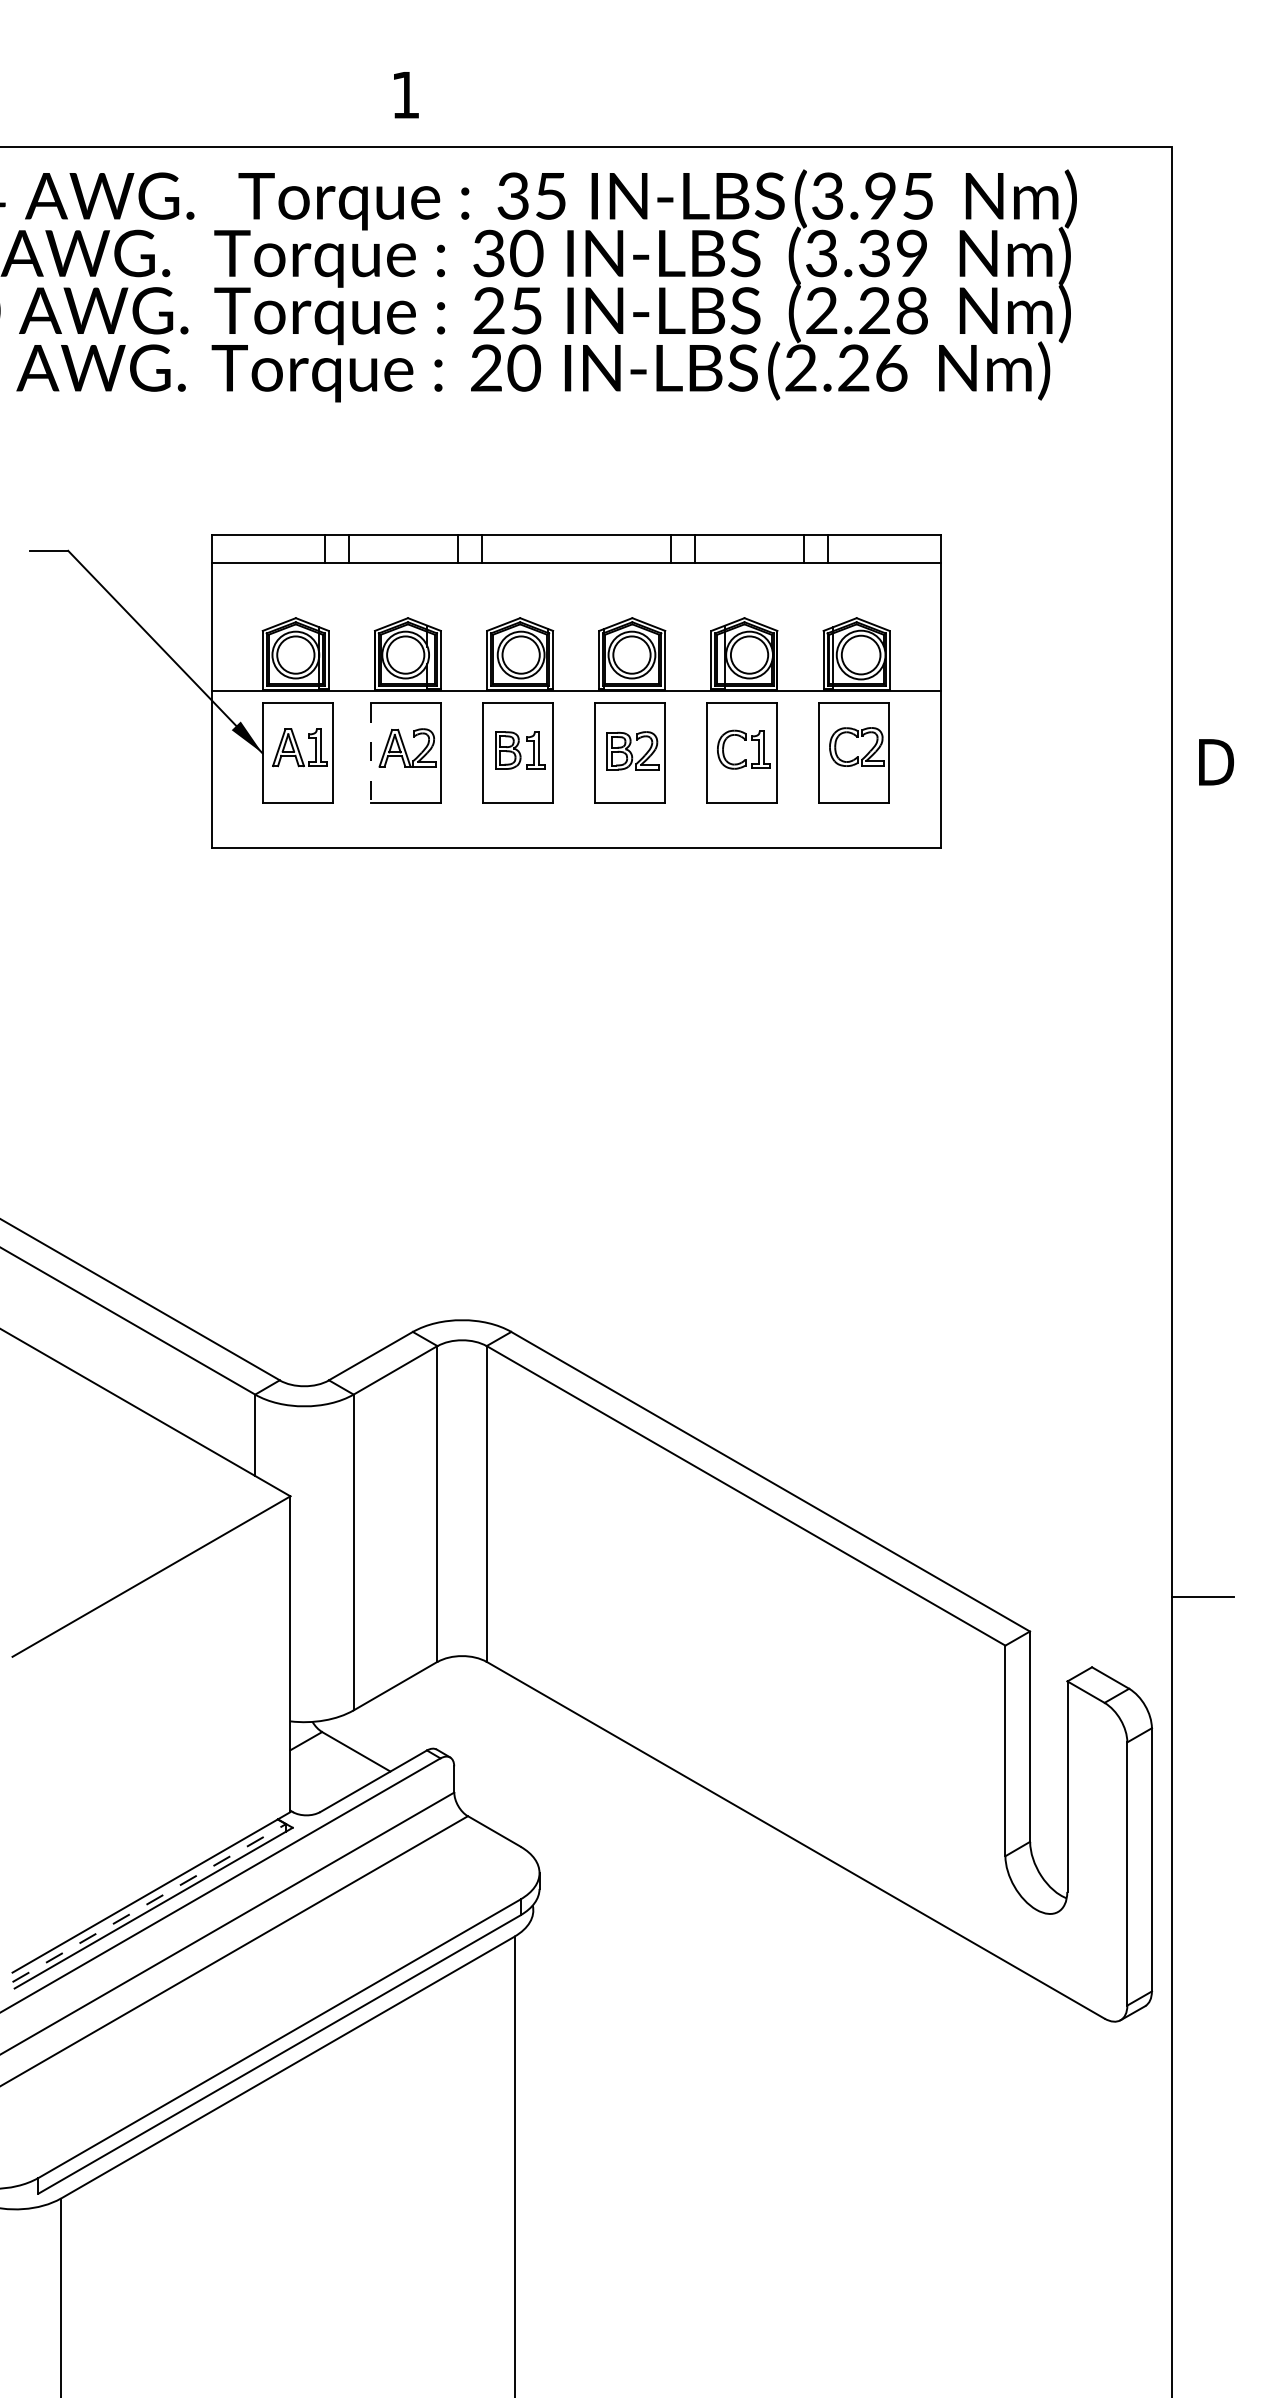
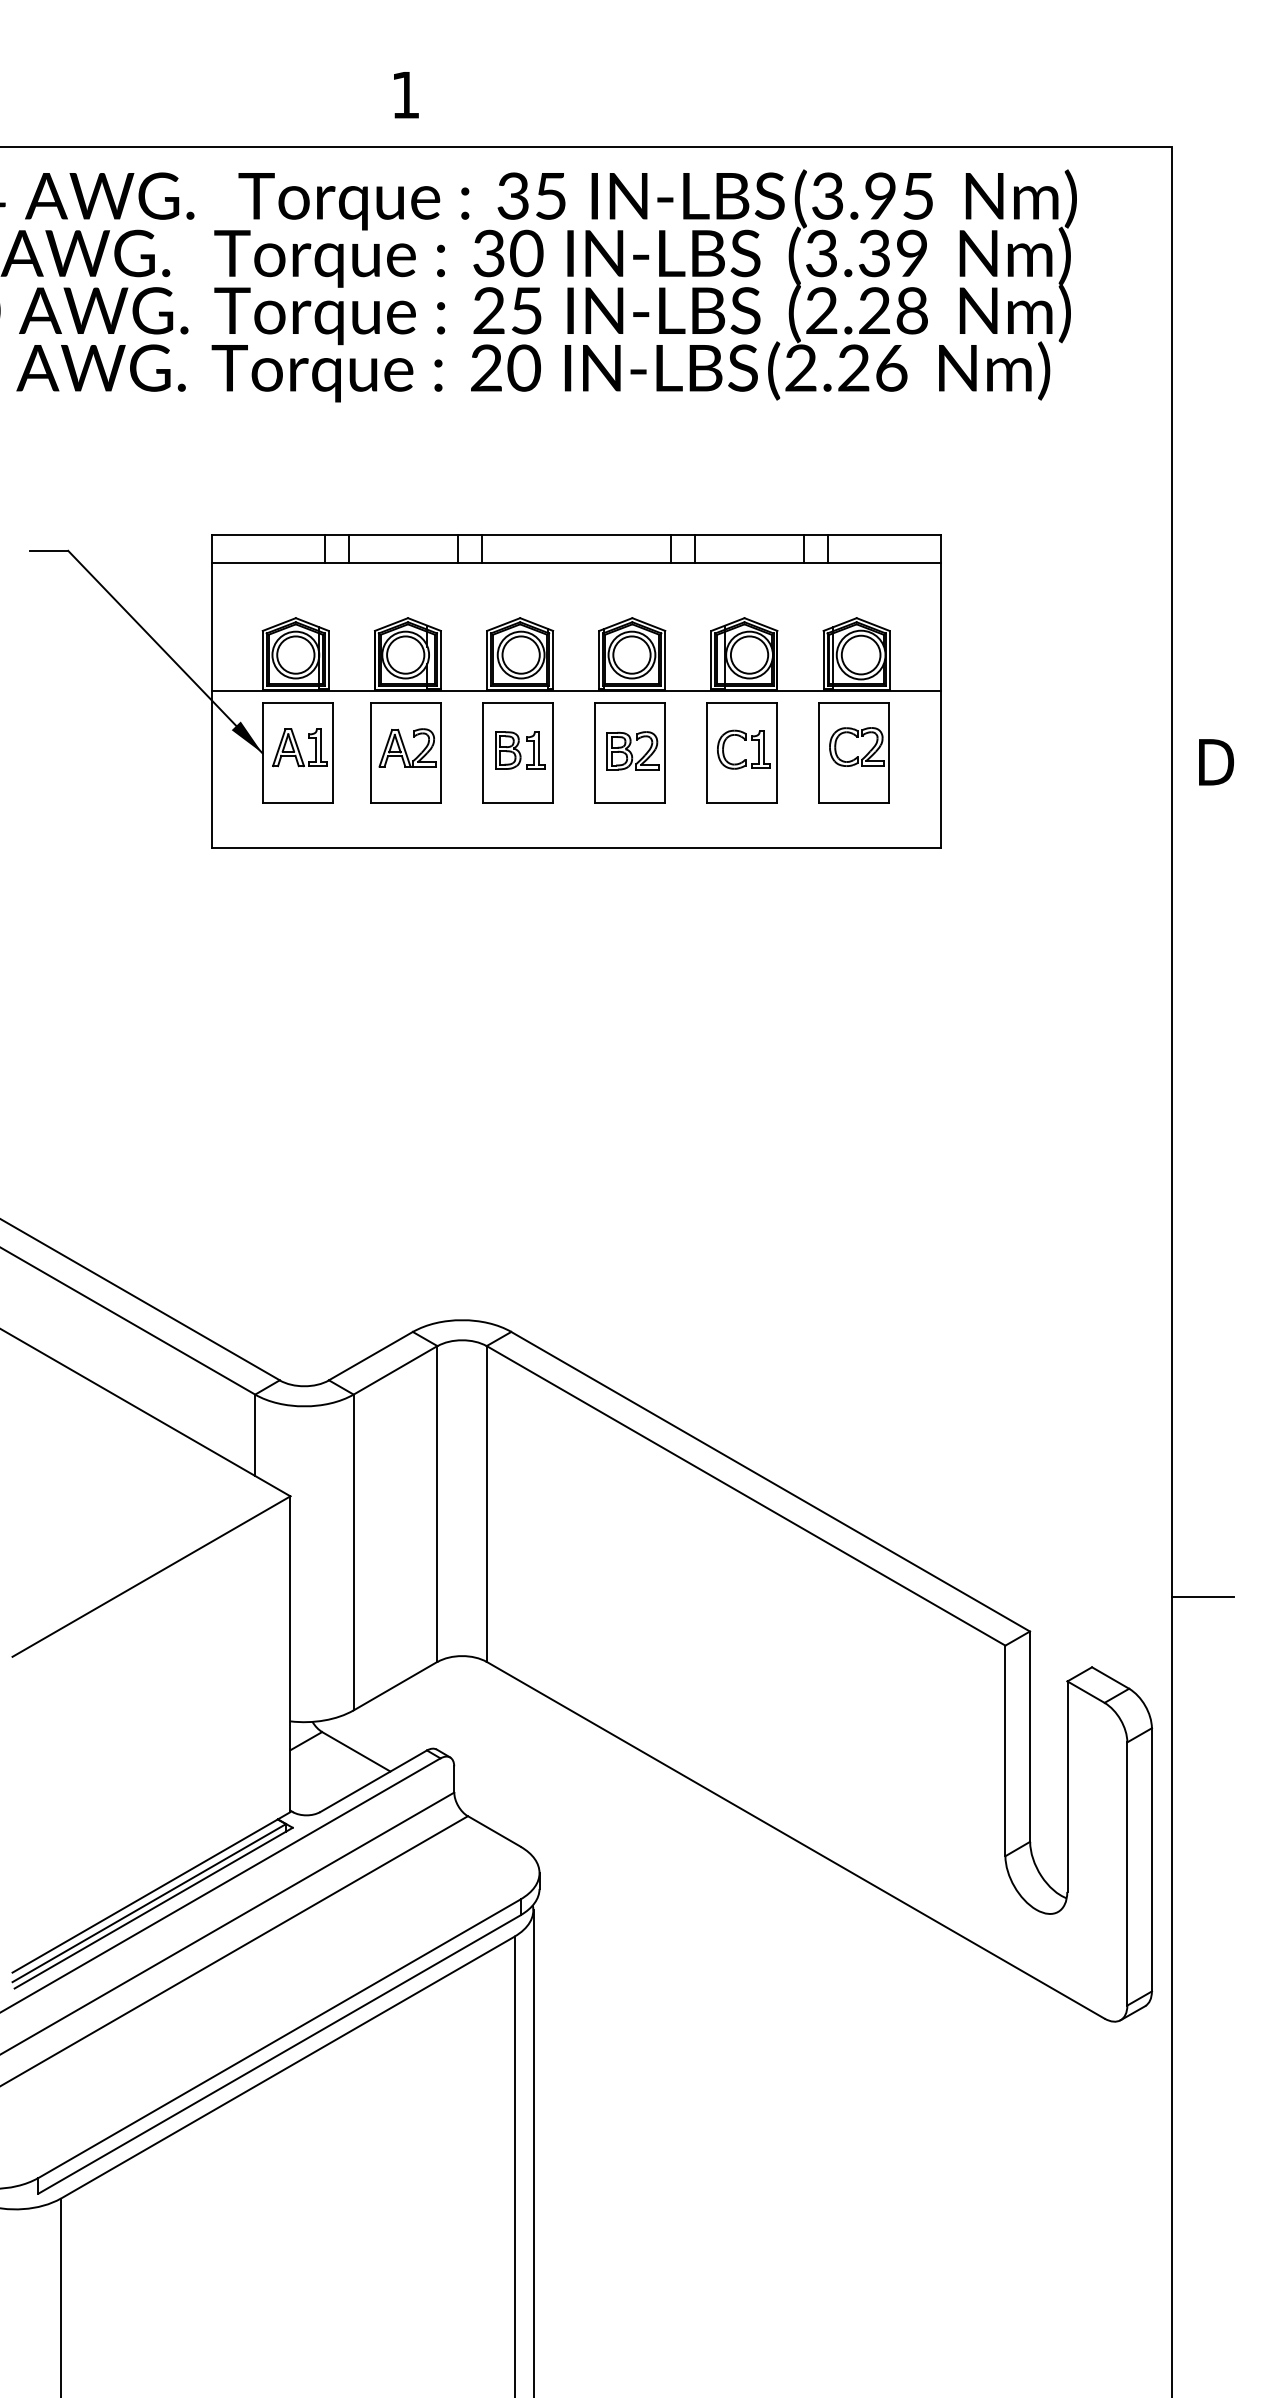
line at (370, 753): dashed -> solid
line at (149, 1903): dashed -> solid
line at (533, 2152): none -> present
